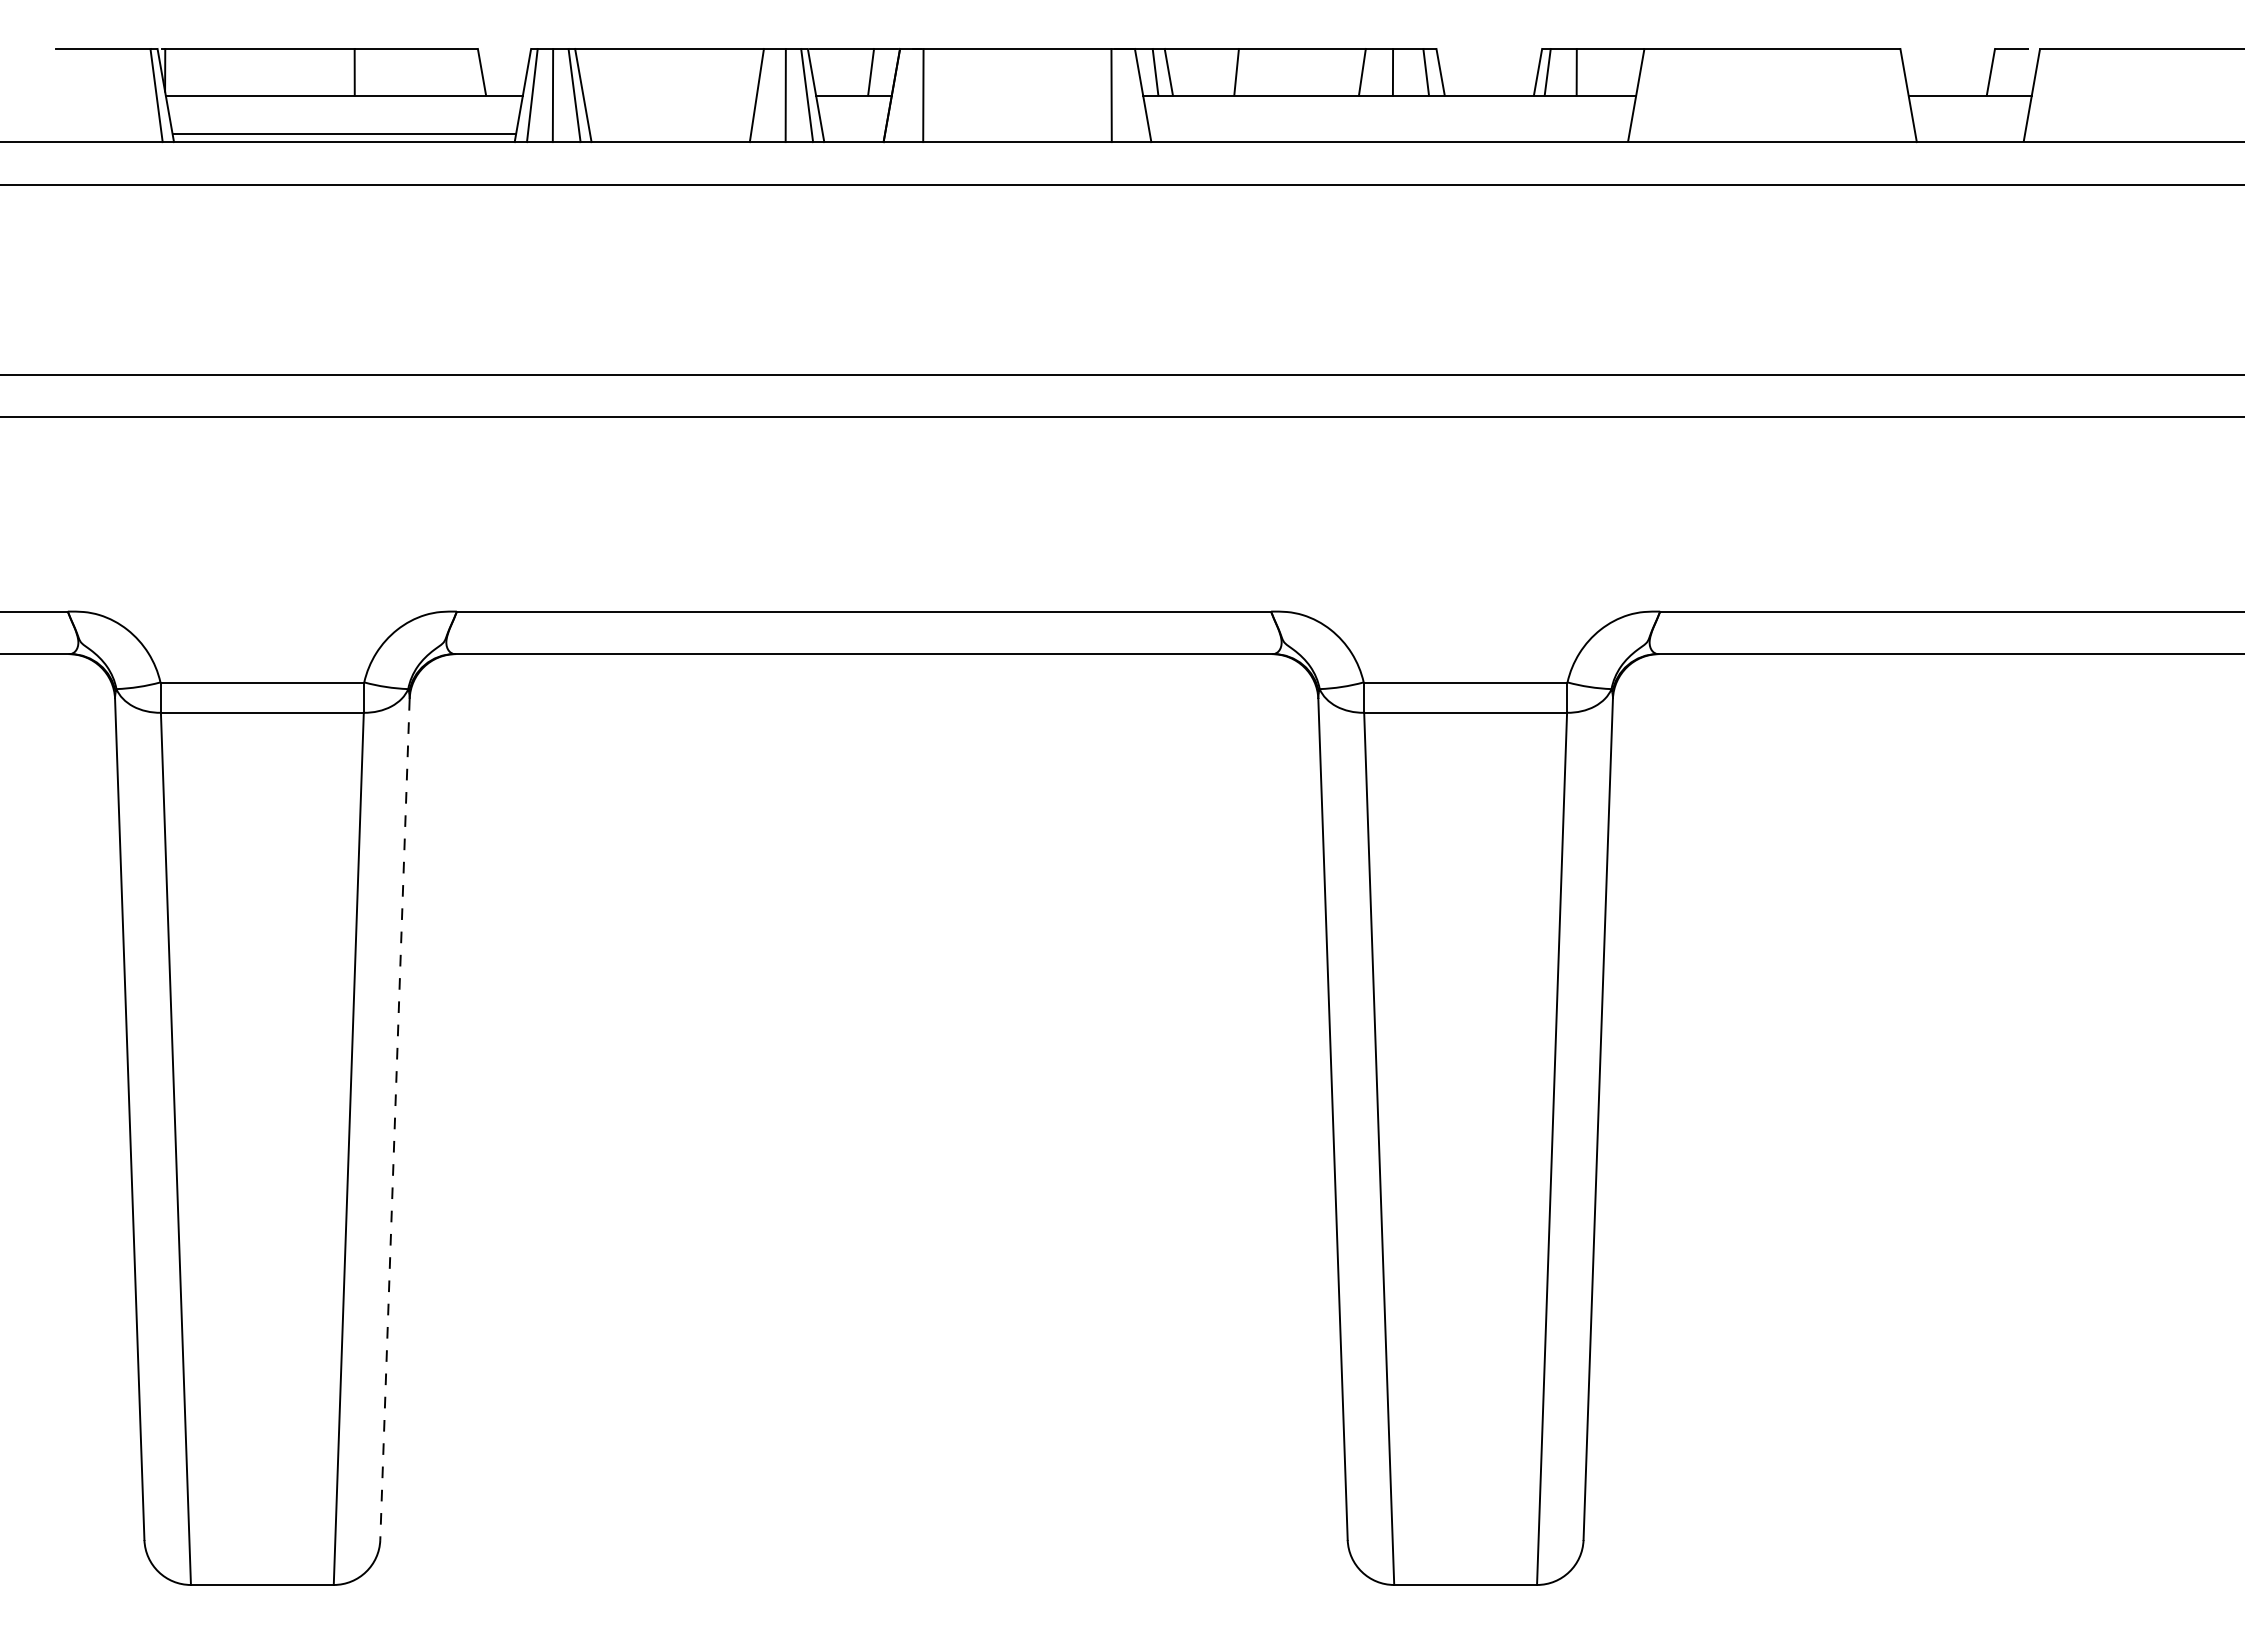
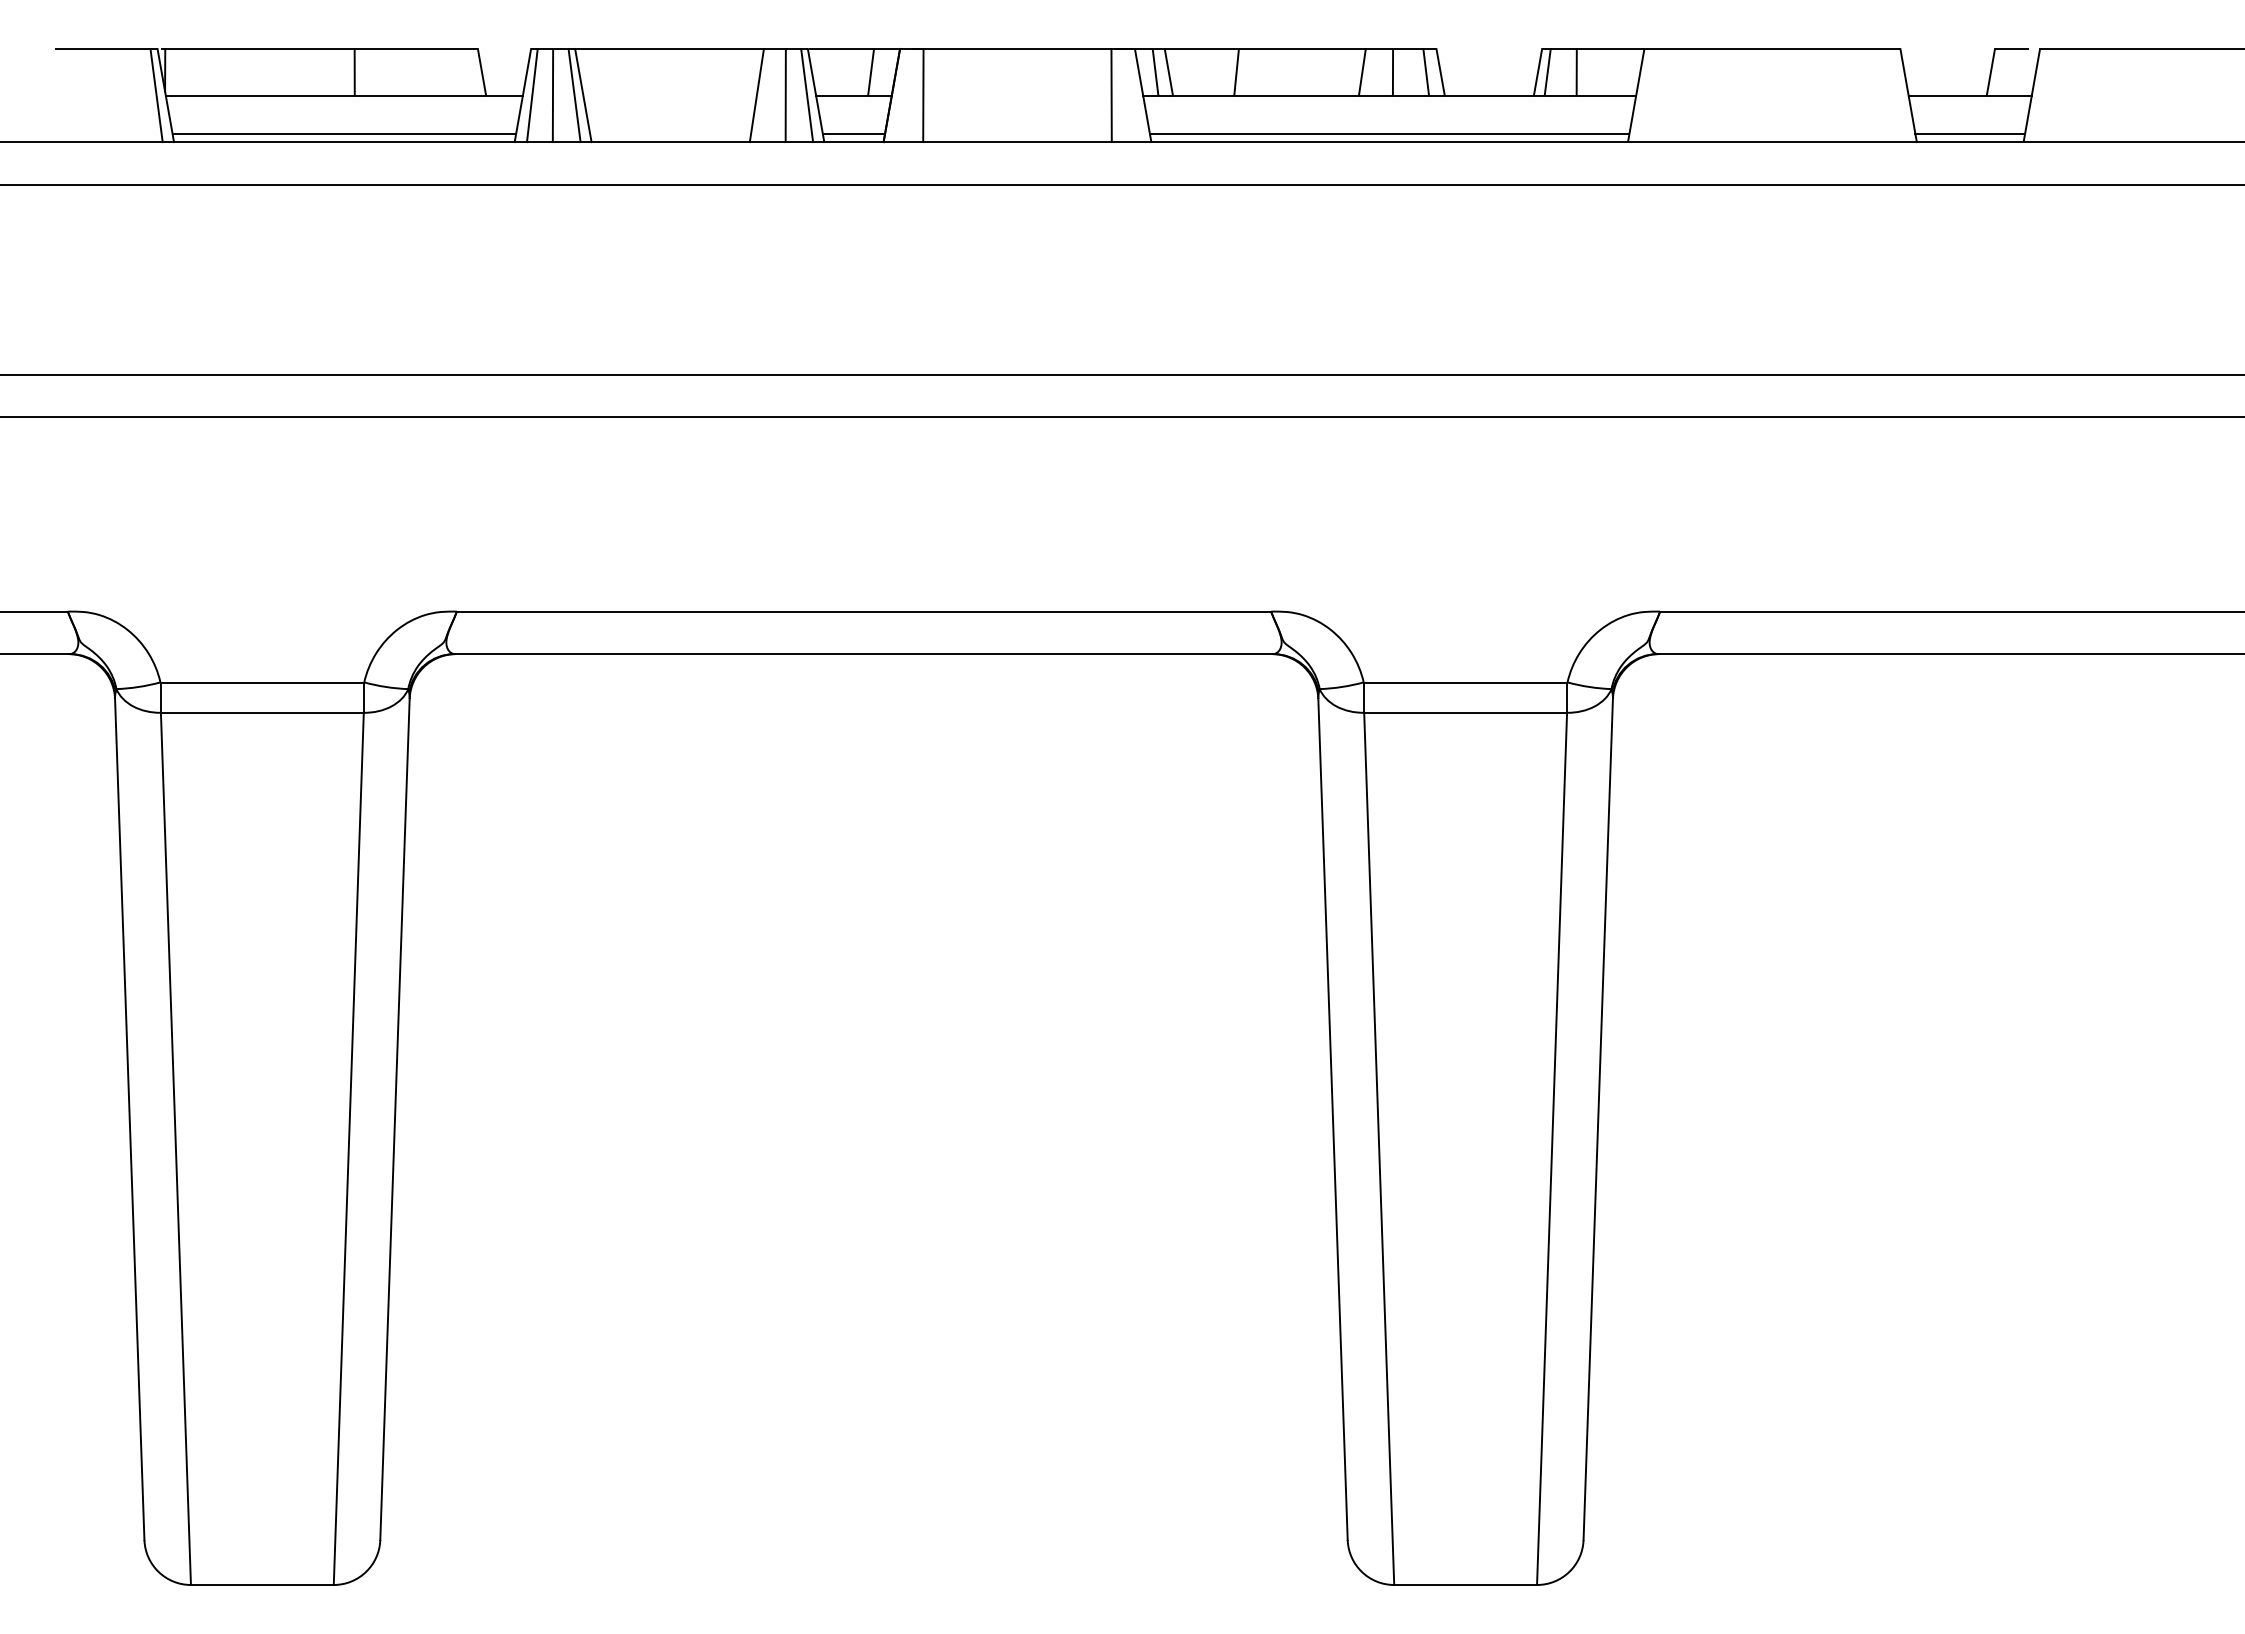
line at (853, 134): none -> present
line at (1389, 134): none -> present
line at (1970, 134): none -> present
line at (394, 1119): dashed -> solid
